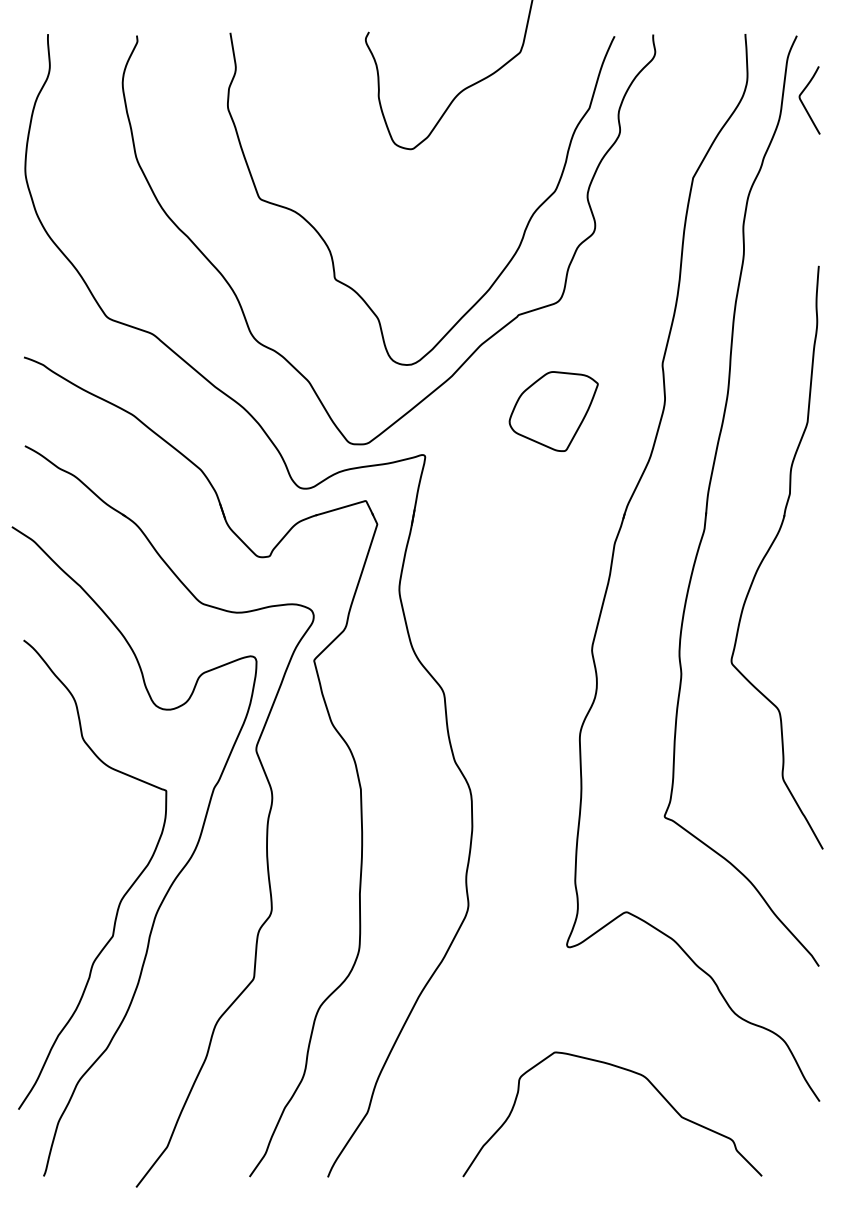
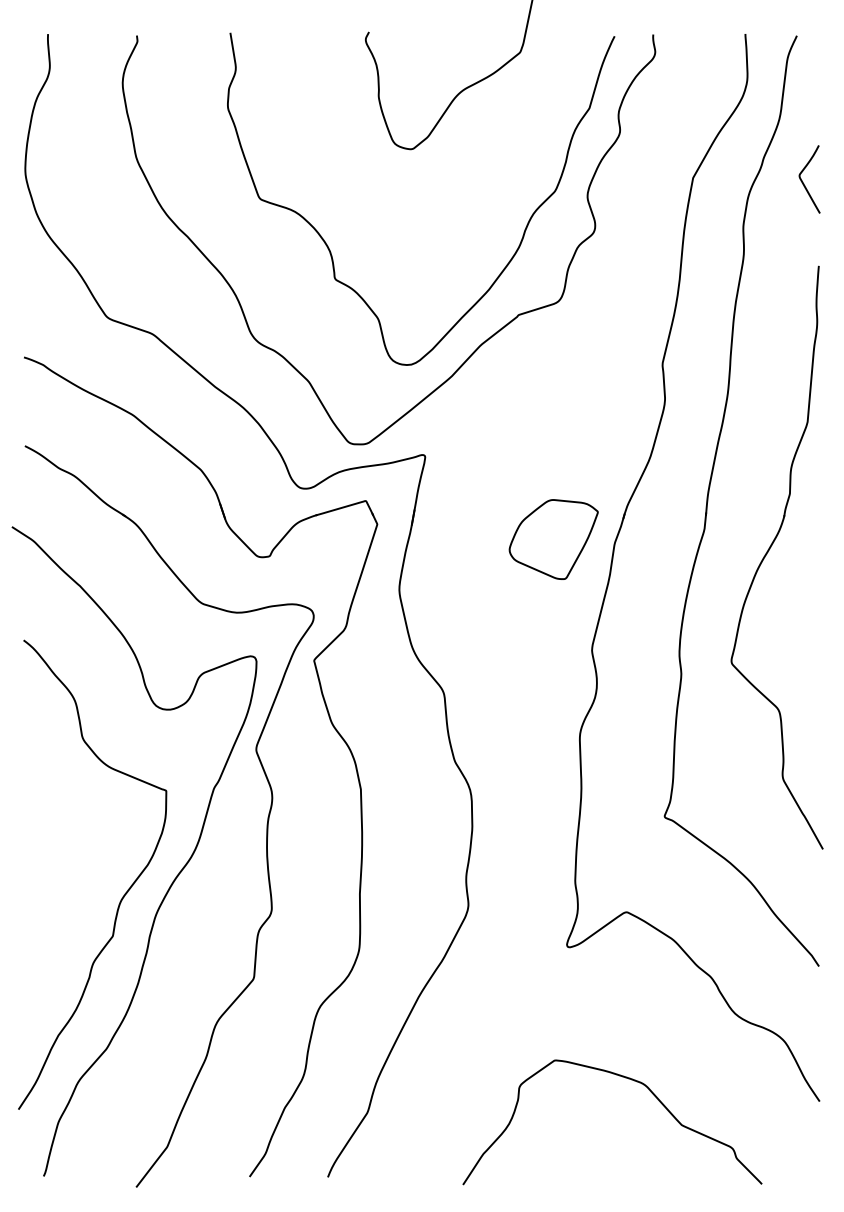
curve at (804, 104) position: (804, 104) -> (804, 183)
part at (553, 411) position: (553, 411) -> (553, 539)
curve at (625, 1070) position: (625, 1070) -> (625, 1078)
